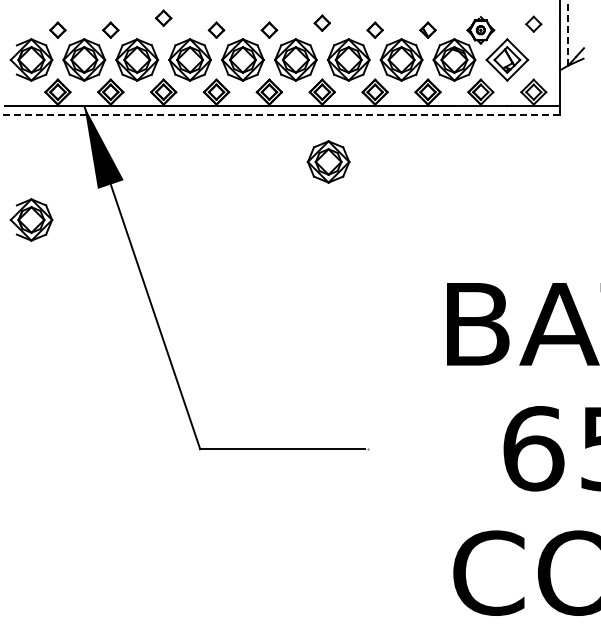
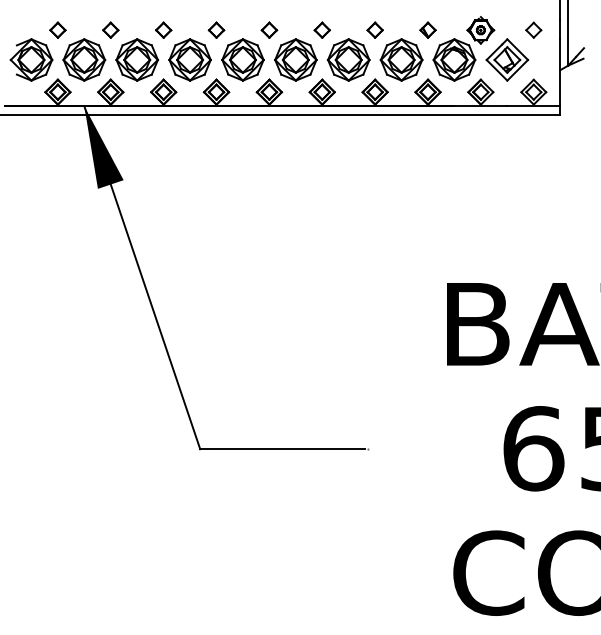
part at (163, 17) position: (163, 17) -> (163, 29)
part at (321, 22) position: (321, 22) -> (321, 29)
part at (533, 23) position: (533, 23) -> (533, 29)
line at (568, 32): dashed -> solid
line at (280, 114): dashed -> solid
part at (328, 161): present -> none
part at (31, 219): present -> none
